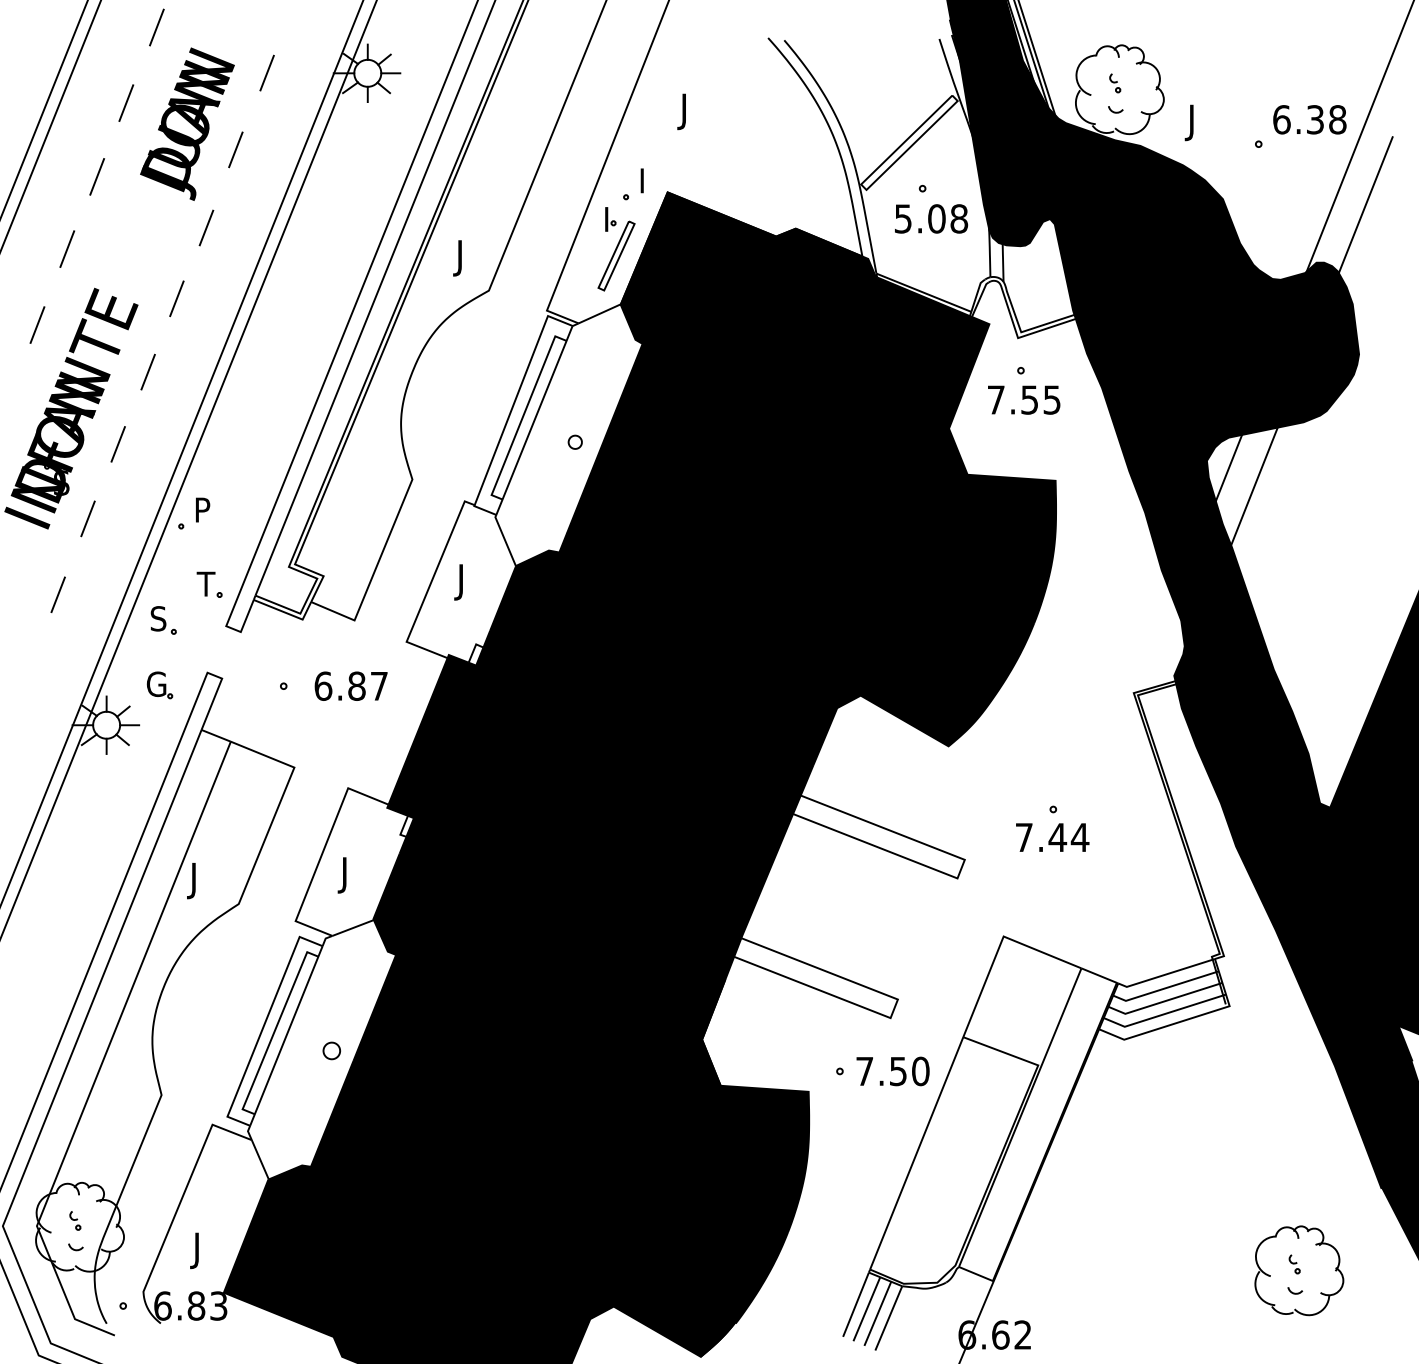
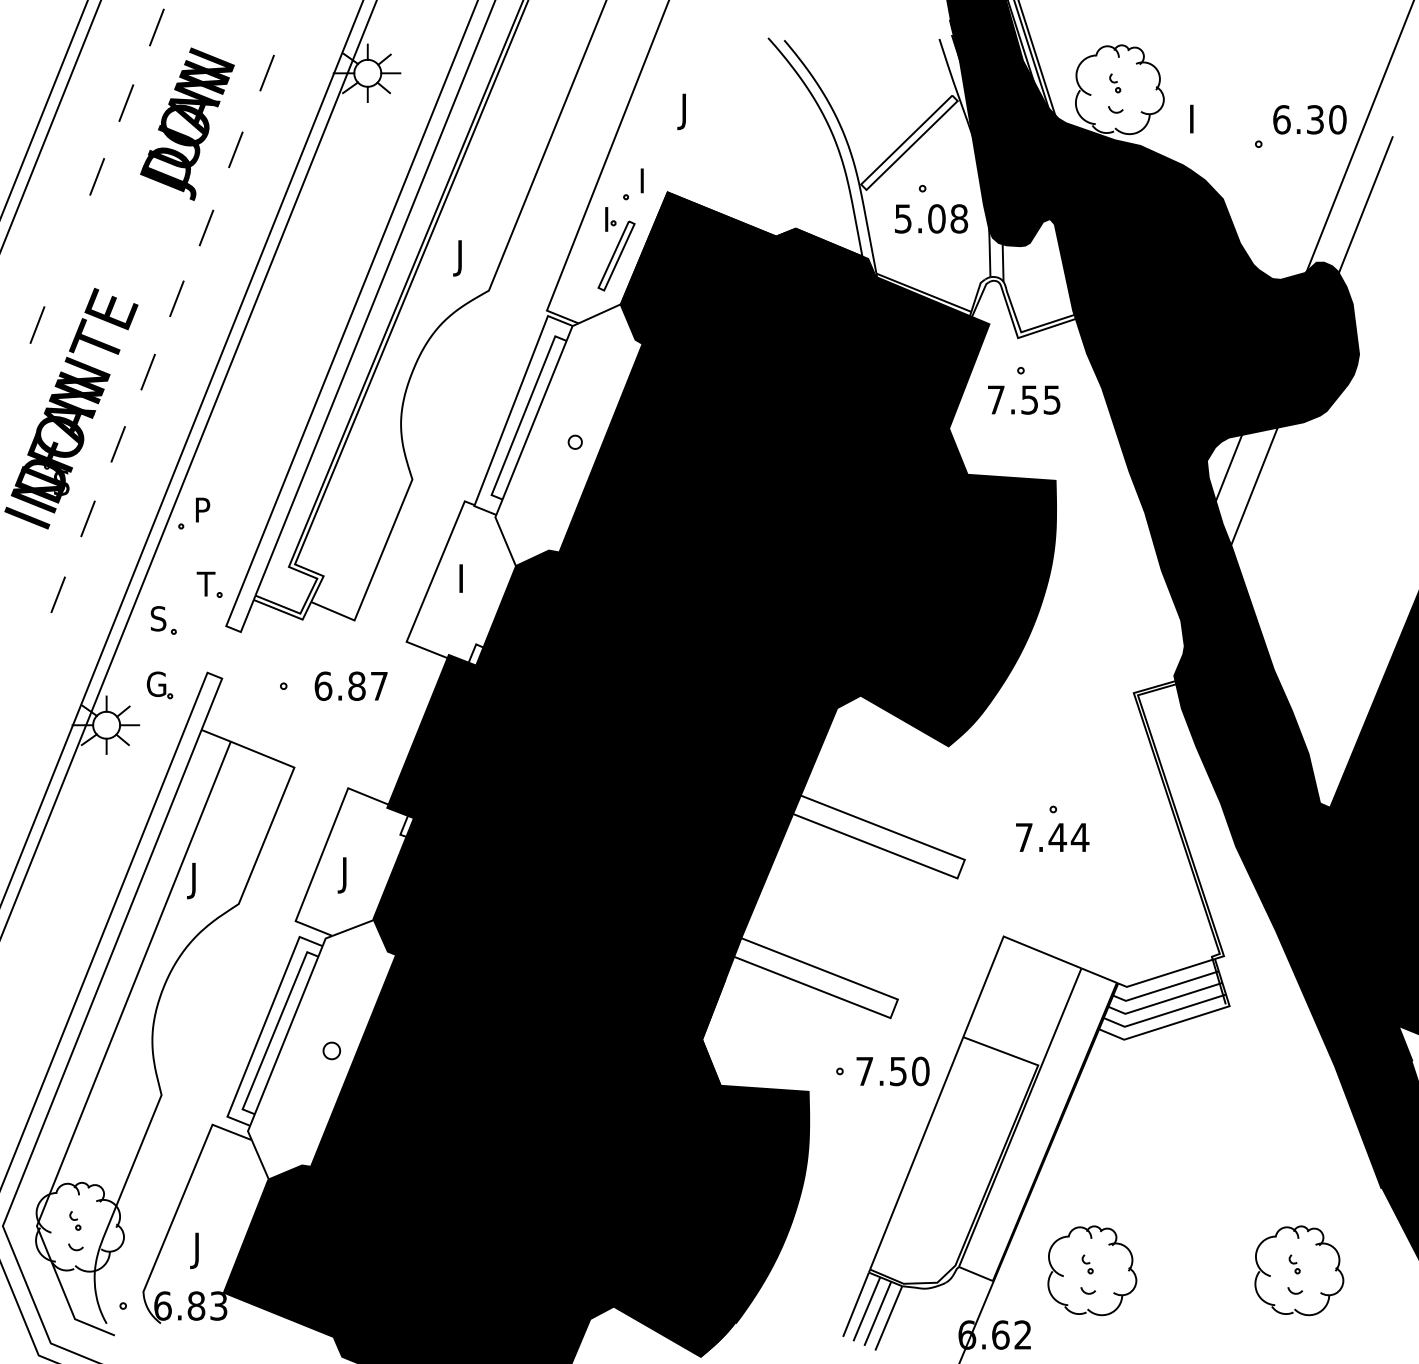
text at (1337, 119): 6.38 -> 6.30
text at (1188, 137): J -> I
line at (67, 248): present -> none
text at (458, 596): J -> I
part at (1092, 1270): none -> present
